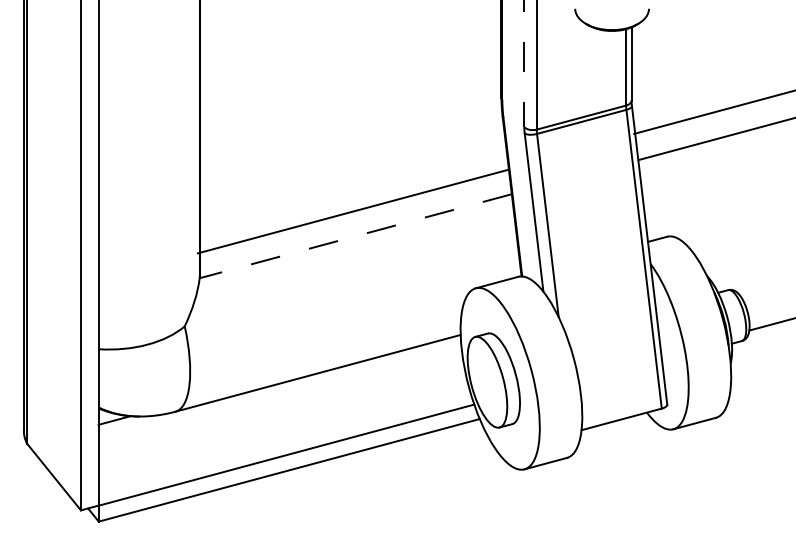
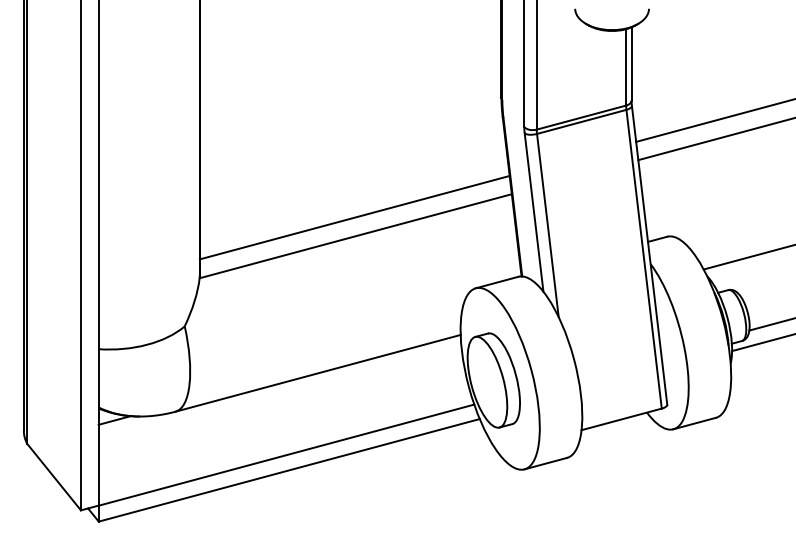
line at (524, 64): dashed -> solid
line at (713, 112) position: (713, 112) -> (714, 120)
line at (352, 211) position: (352, 211) -> (354, 217)
line at (355, 236): dashed -> solid
line at (747, 257): none -> present
line at (762, 342): none -> present
